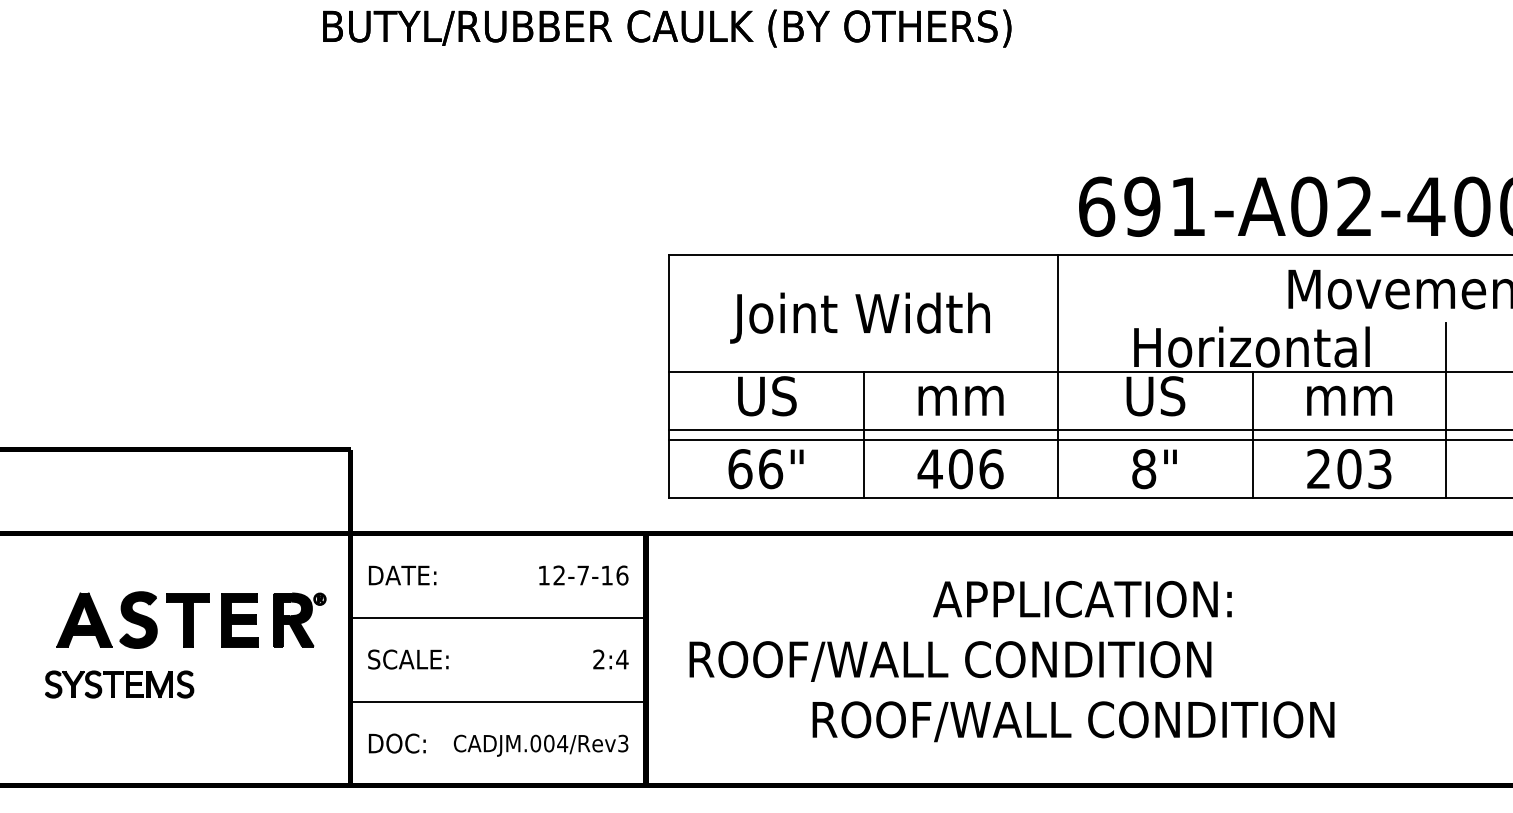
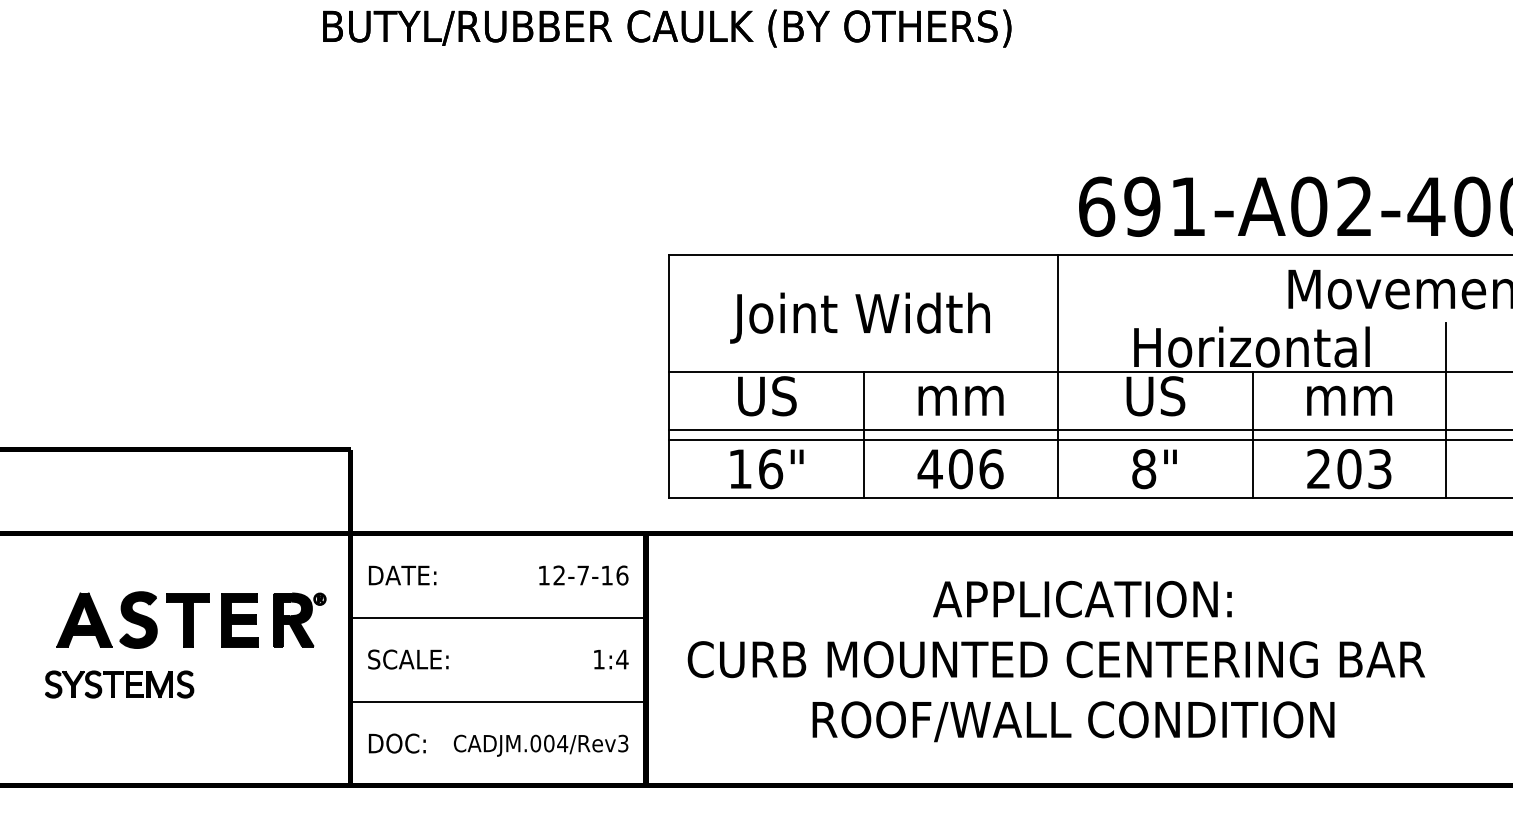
text at (740, 469): 66" -> 16"
text at (598, 659): 2:4 -> 1:4
text at (1056, 661): ROOF/WALL CONDITION -> CURB MOUNTED CENTERING BAR
